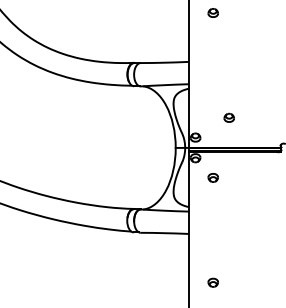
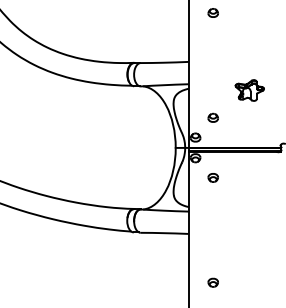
part at (249, 90): none -> present
part at (228, 117) position: (228, 117) -> (212, 117)
